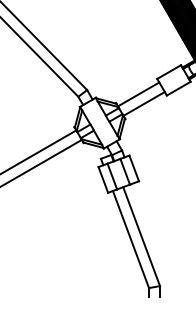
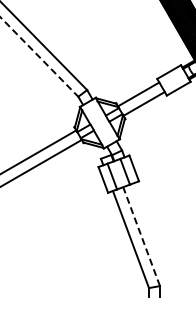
line at (39, 56): solid -> dashed
line at (141, 236): solid -> dashed
